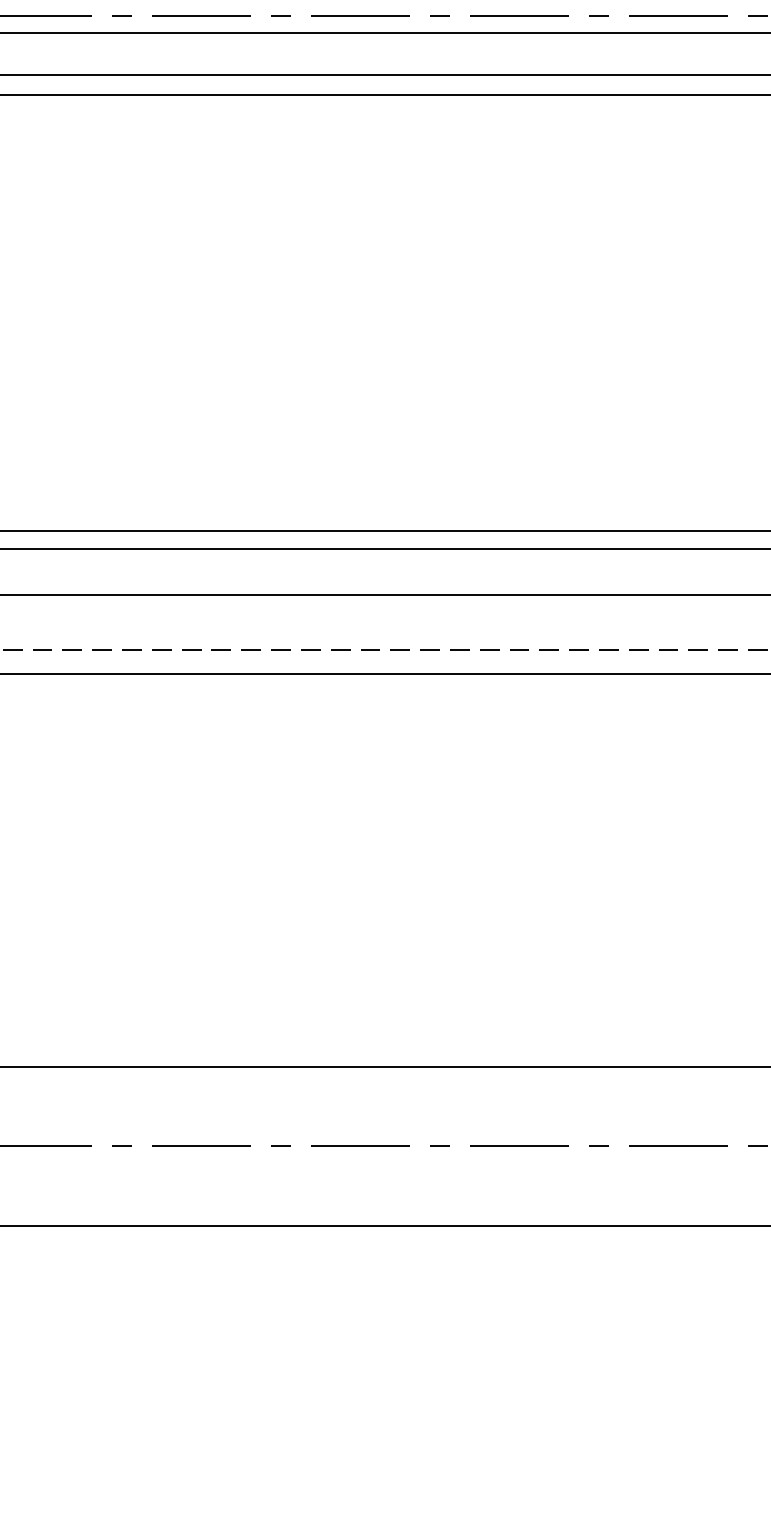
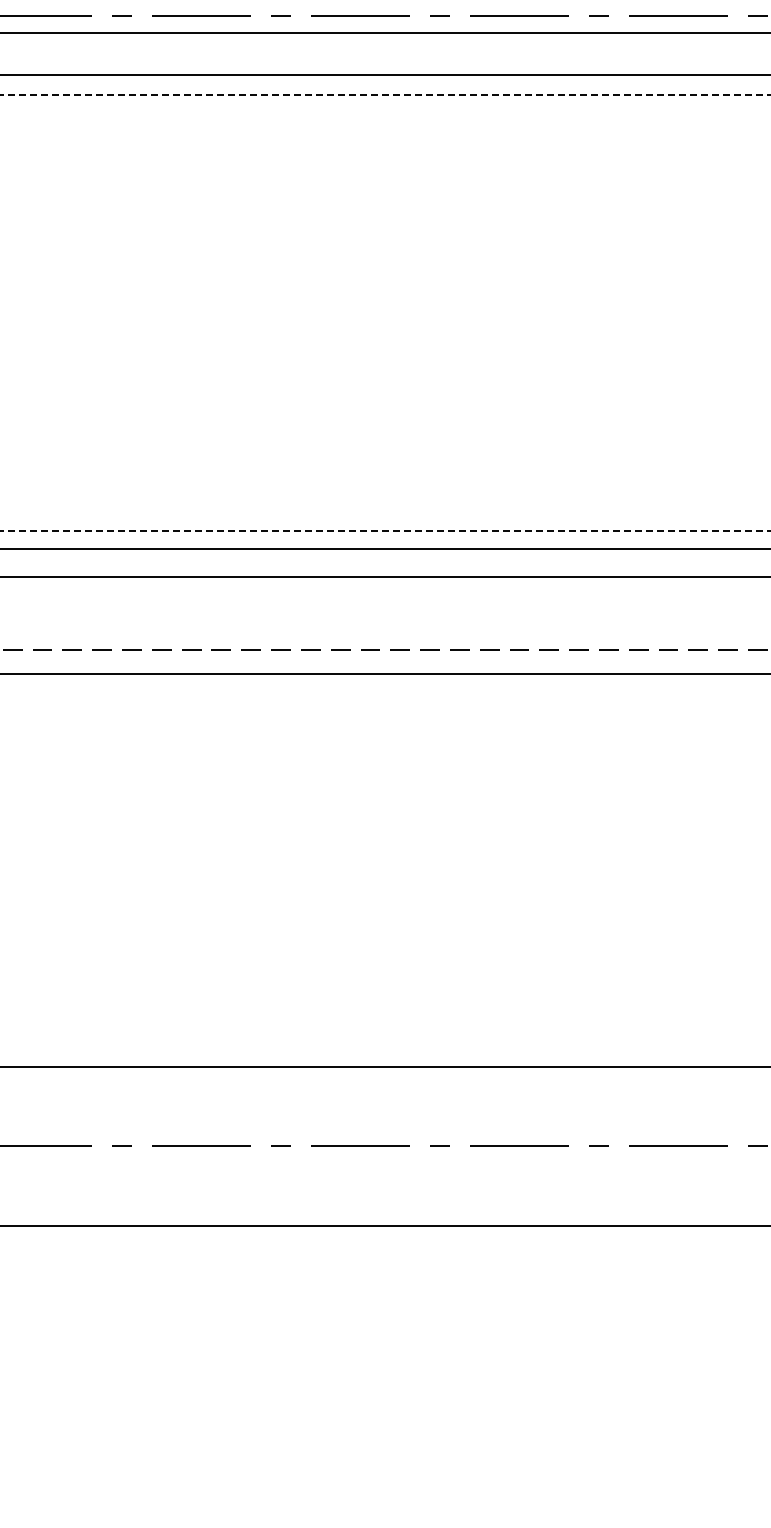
line at (385, 95): solid -> dashed
line at (385, 531): solid -> dashed
line at (384, 594) position: (384, 594) -> (384, 576)
